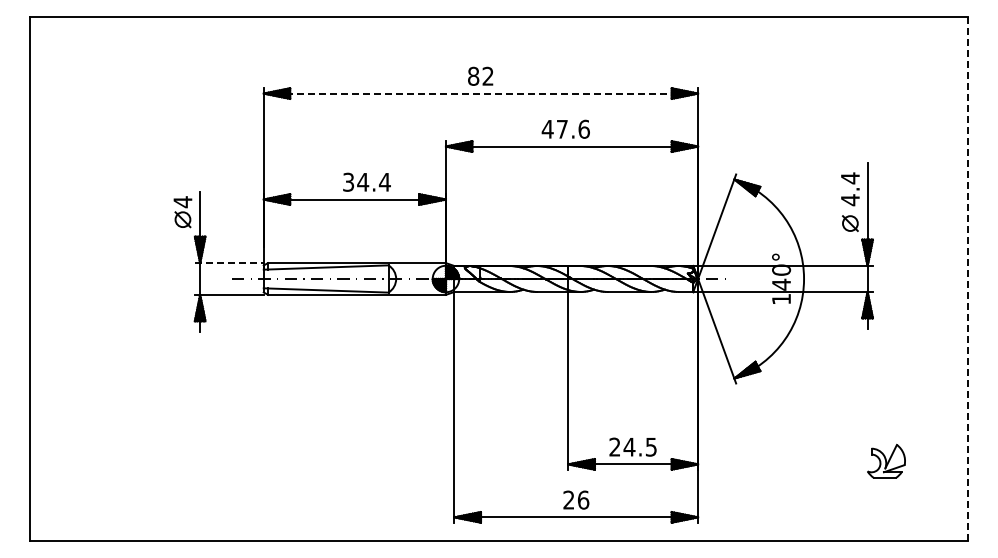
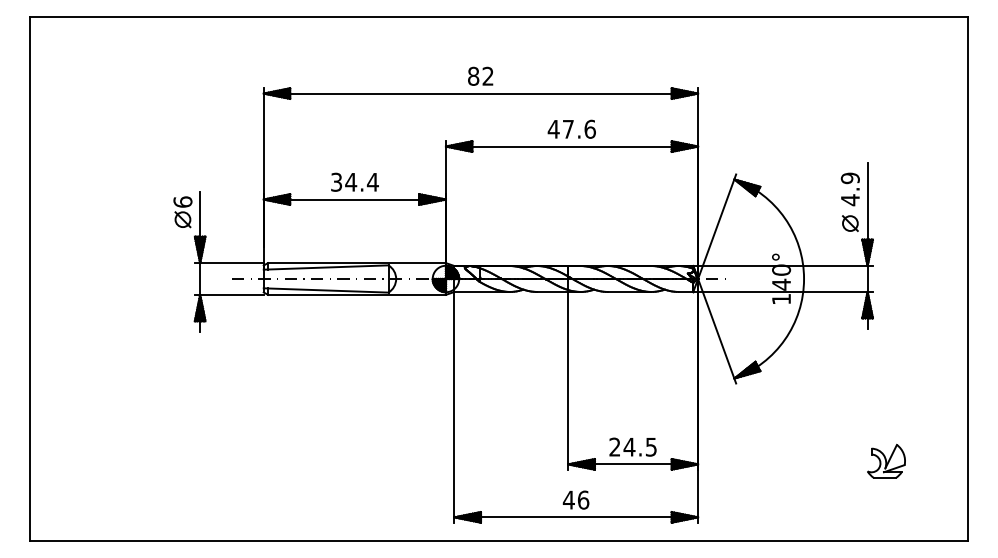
line at (481, 93): dashed -> solid
text at (565, 128) position: (565, 128) -> (571, 128)
text at (849, 178): 4.4 -> 4.9
text at (366, 181) position: (366, 181) -> (354, 181)
text at (182, 202): 4 -> 6
line at (229, 263): dashed -> solid
line at (968, 278): dashed -> solid
text at (568, 499): 26 -> 46
